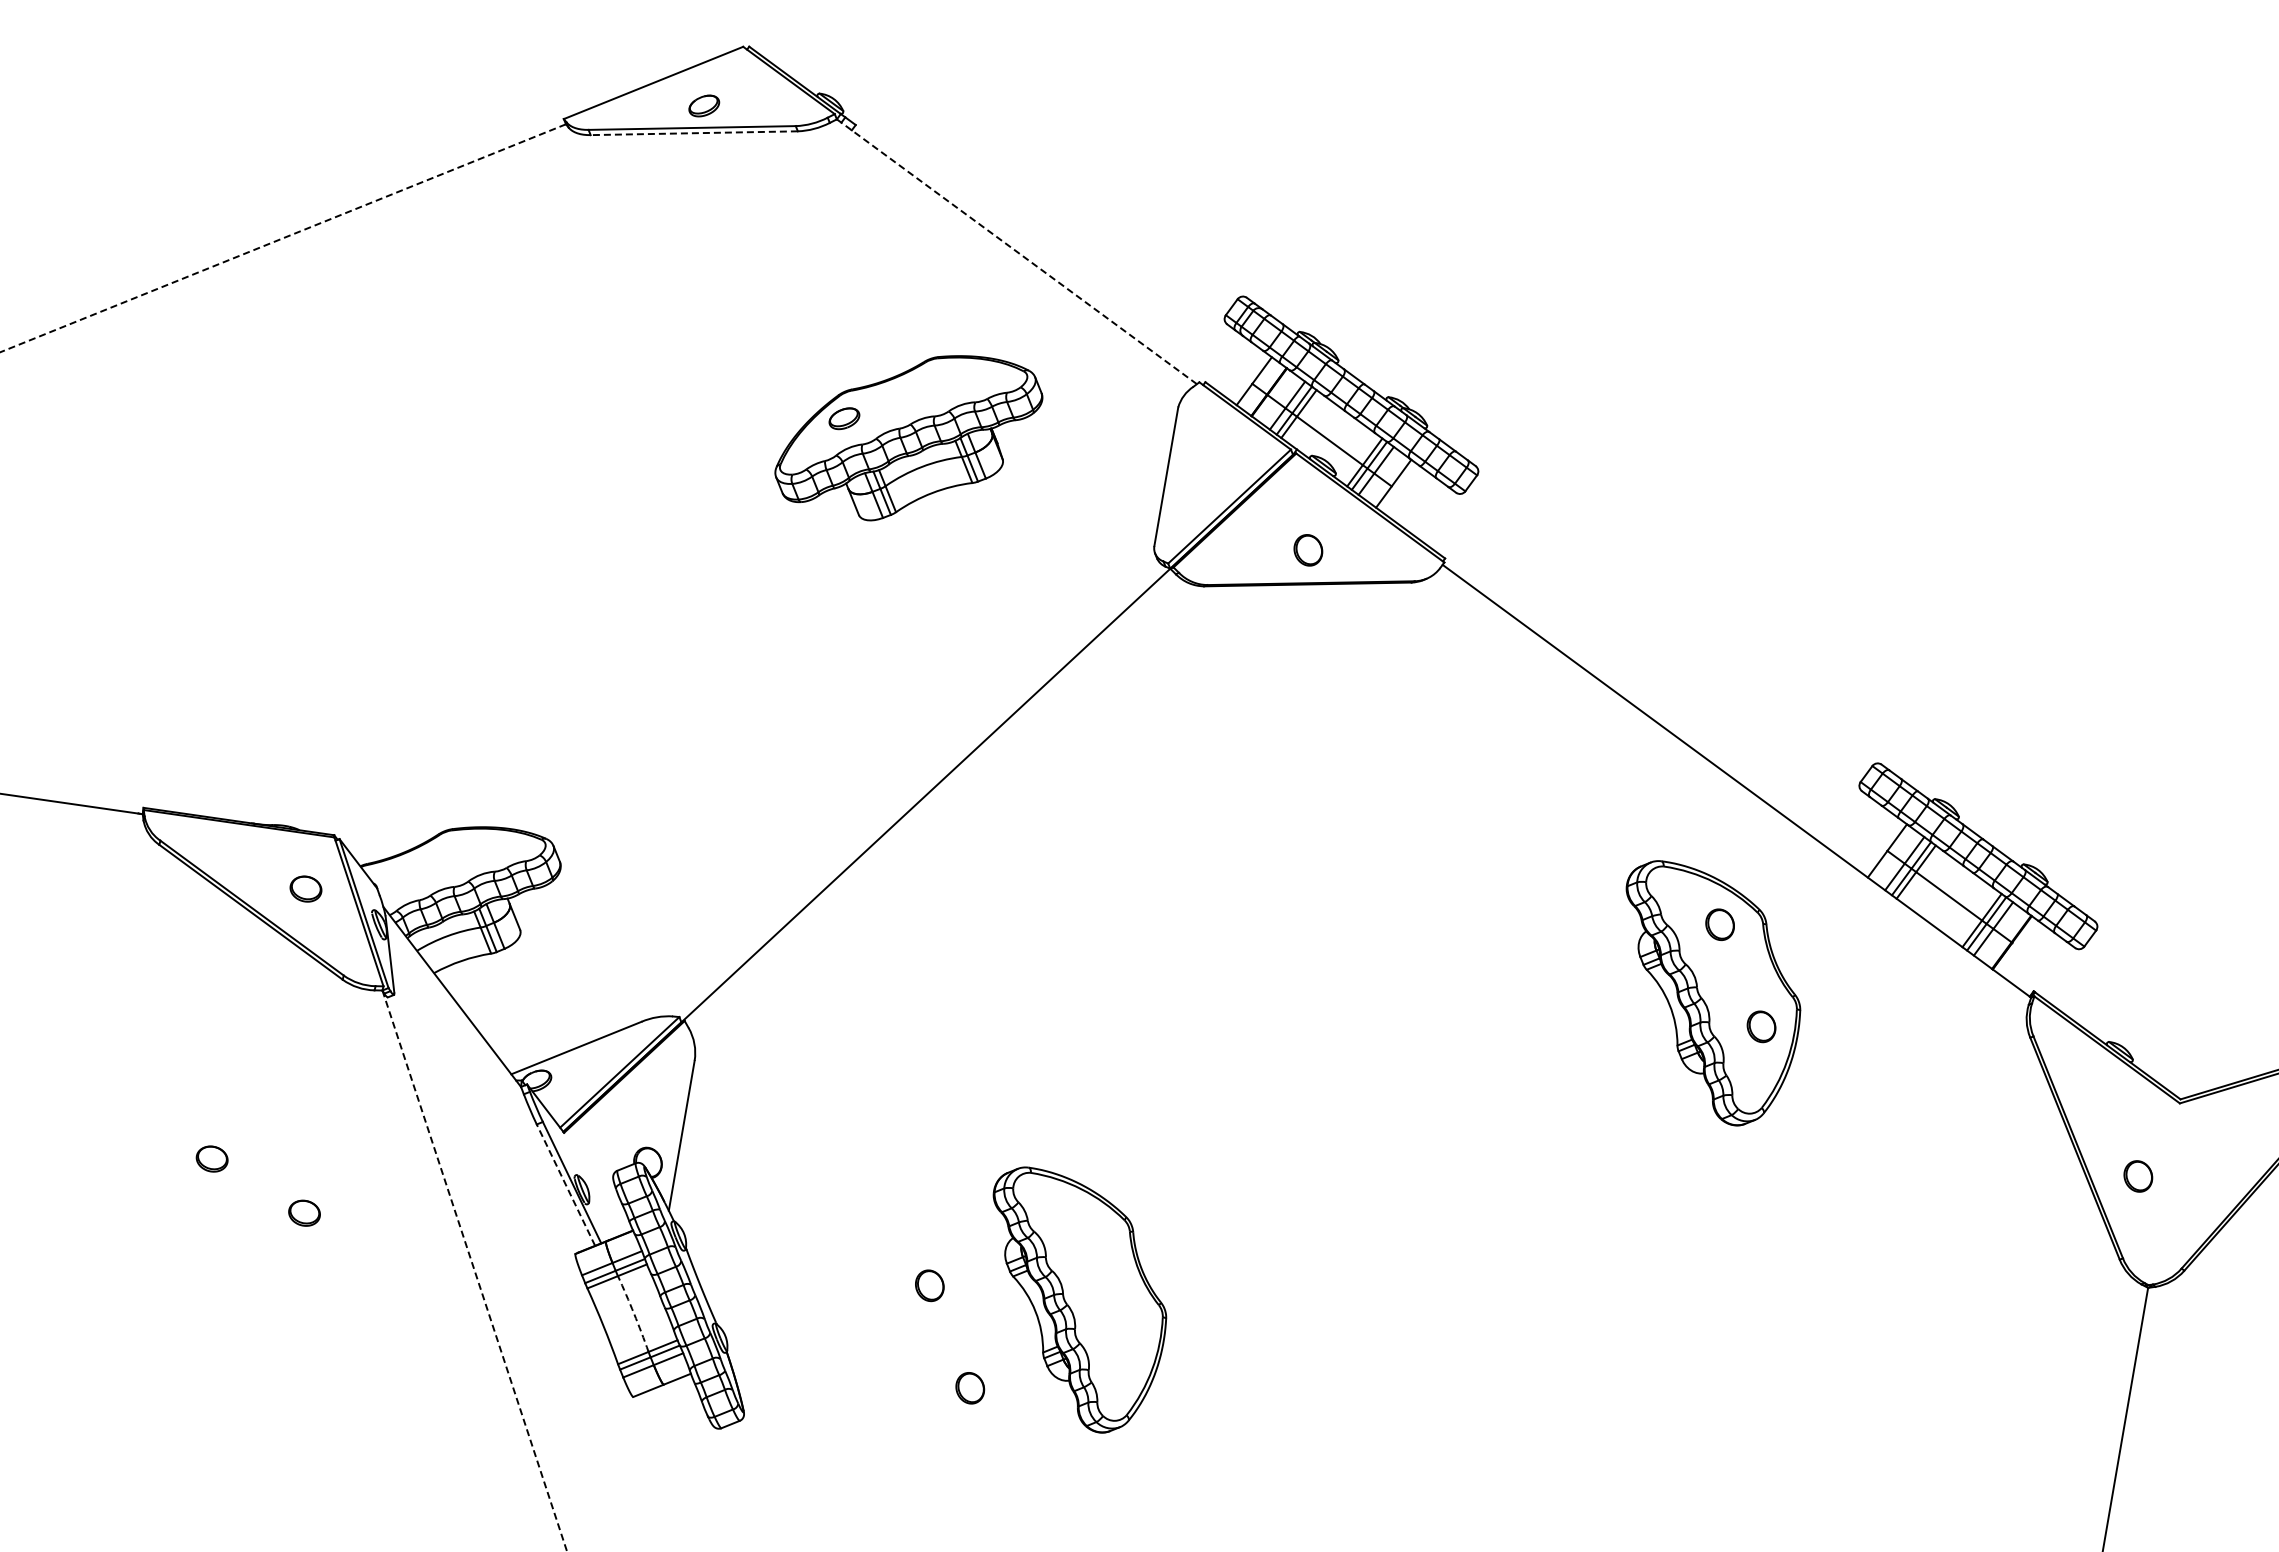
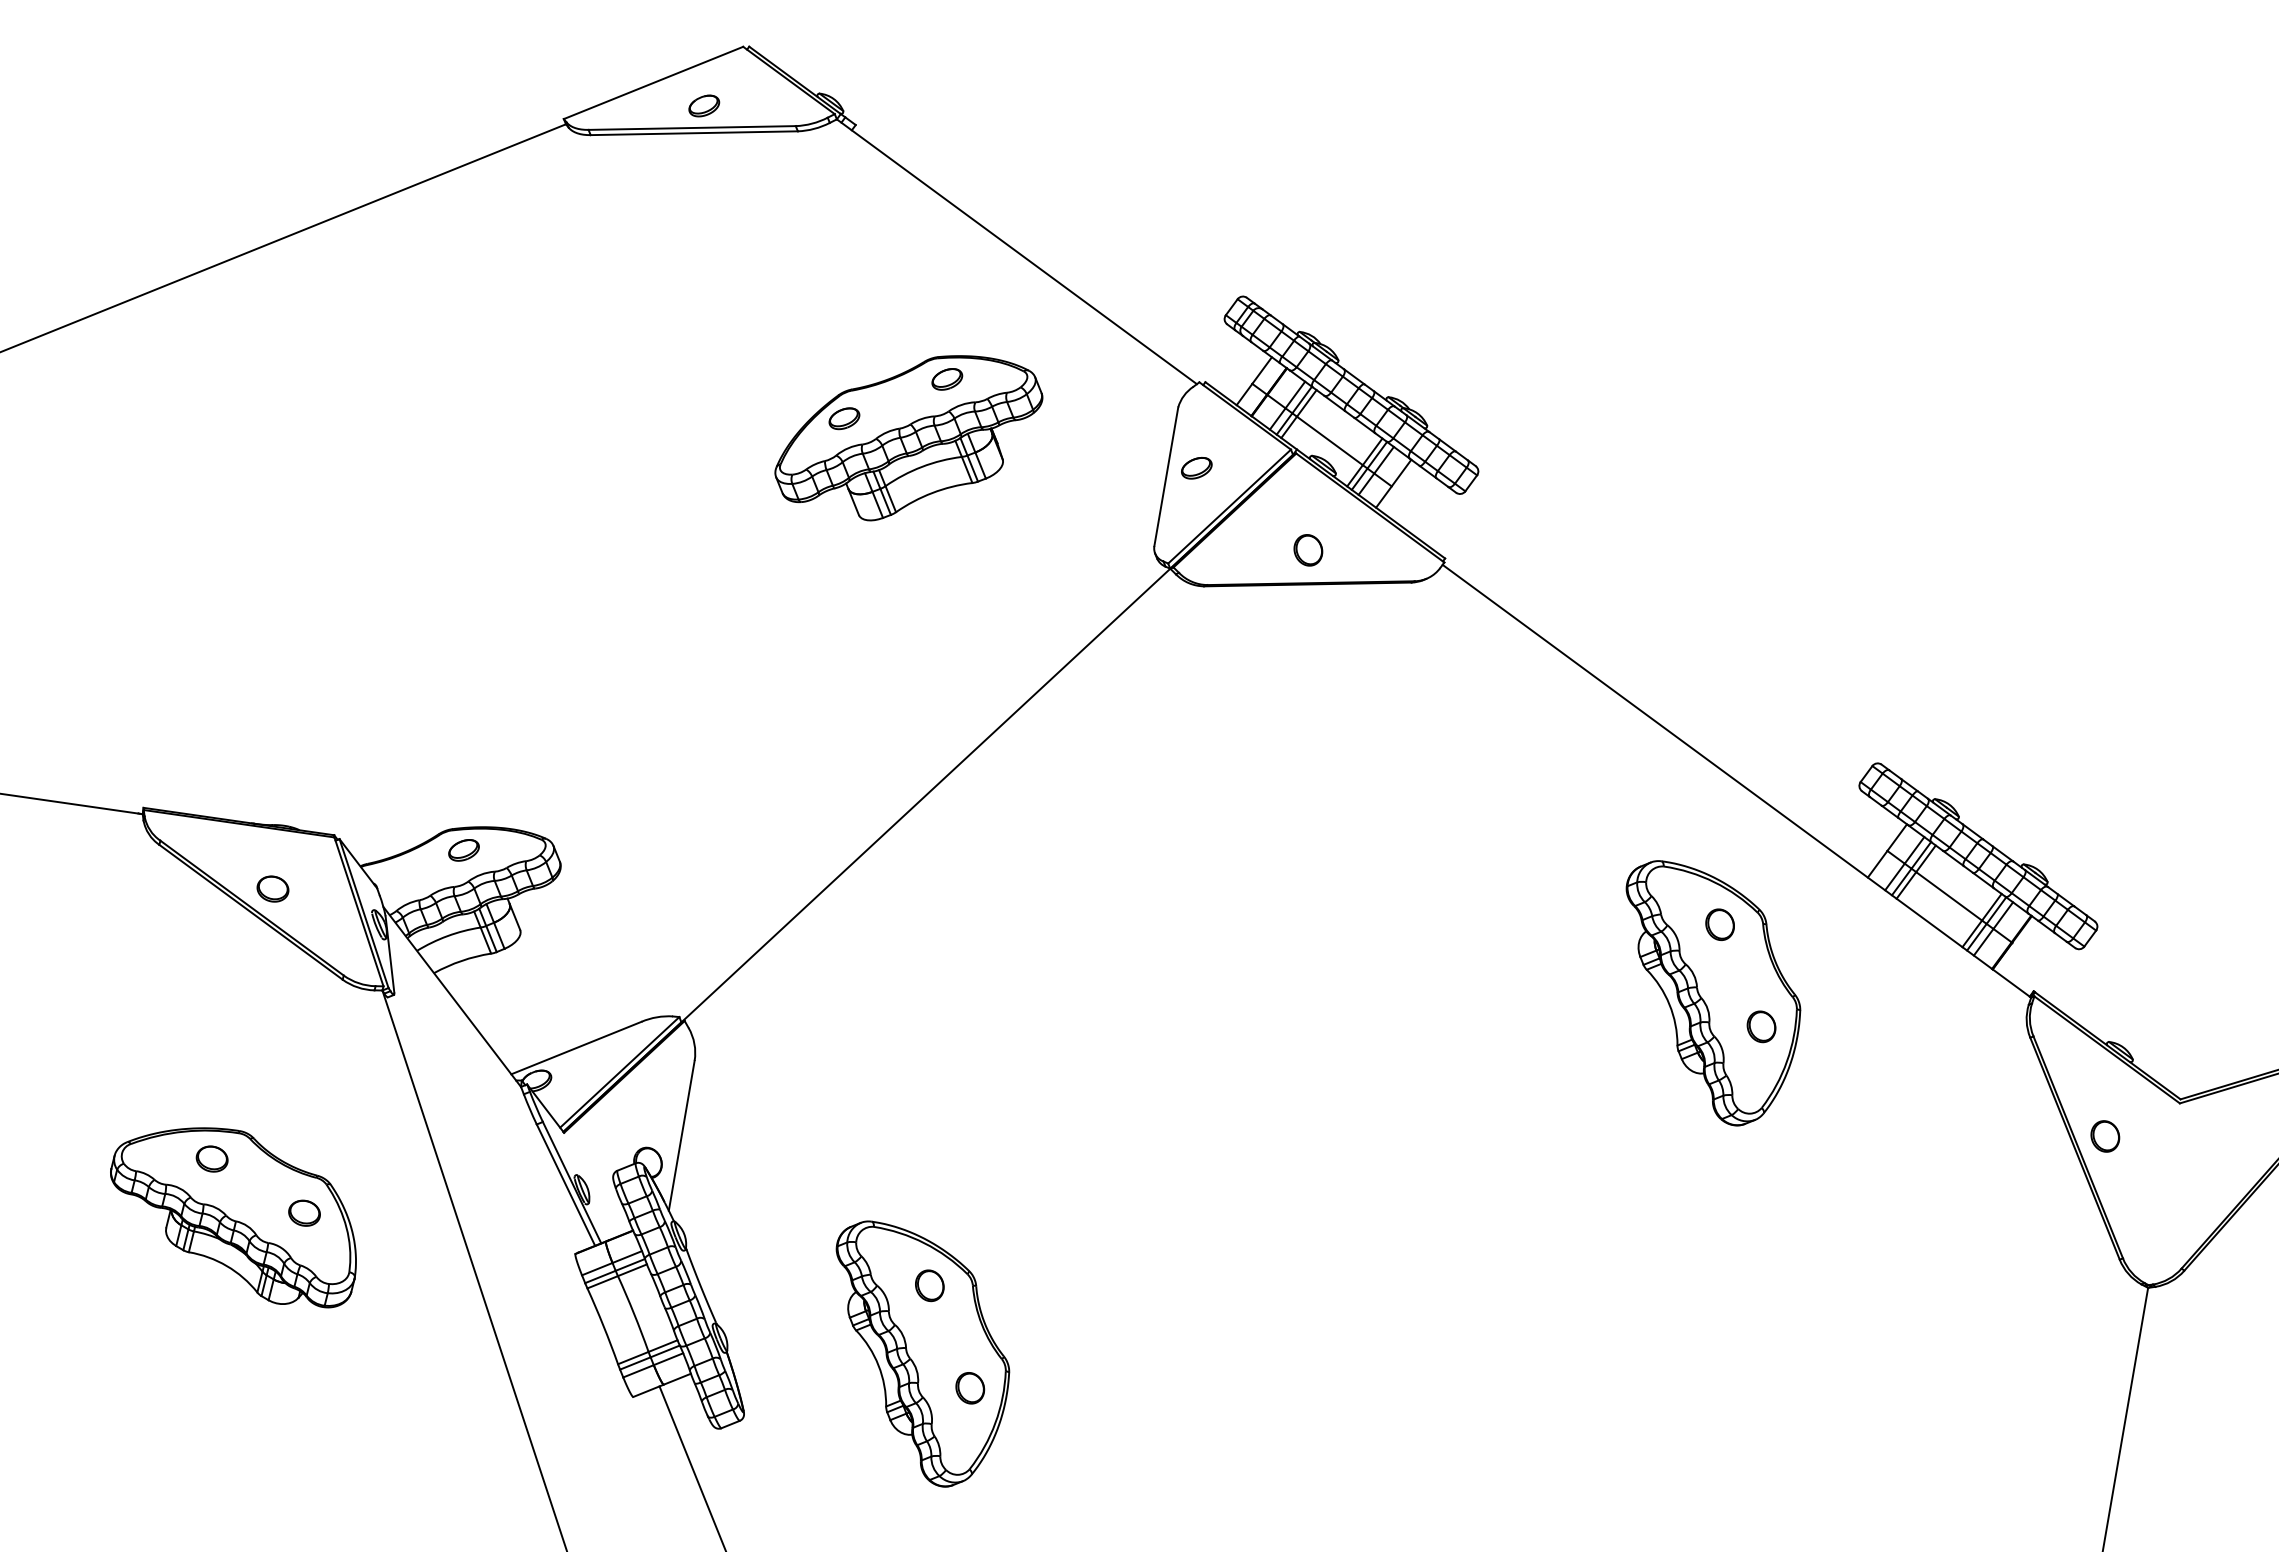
line at (694, 133): dashed -> solid
line at (282, 238): dashed -> solid
line at (1016, 251): dashed -> solid
part at (947, 379): none -> present
part at (1196, 468): none -> present
part at (463, 850): none -> present
part at (305, 888) position: (305, 888) -> (272, 888)
part at (2138, 1176) position: (2138, 1176) -> (2105, 1136)
line at (565, 1184): dashed -> solid
part at (233, 1217): none -> present
line at (474, 1271): dashed -> solid
part at (1079, 1299) position: (1079, 1299) -> (922, 1353)
arc at (634, 1313): dashed -> solid
line at (692, 1467): none -> present
